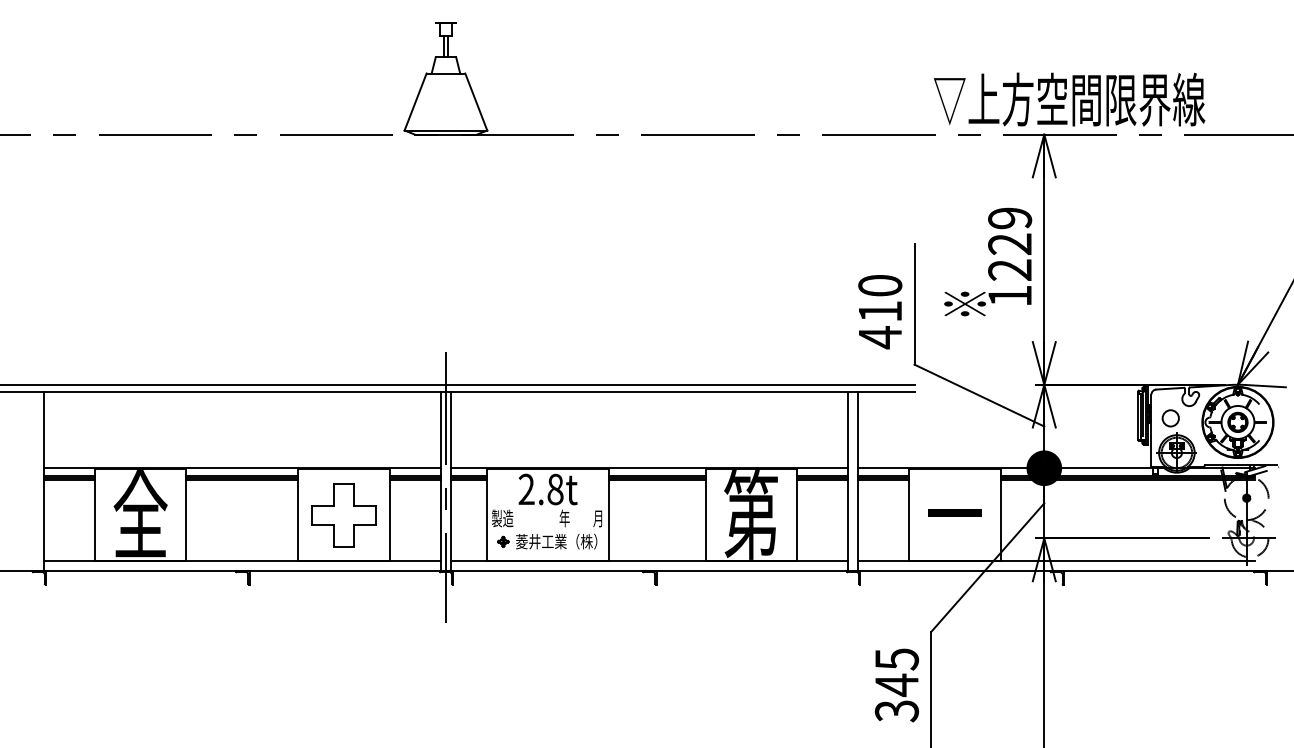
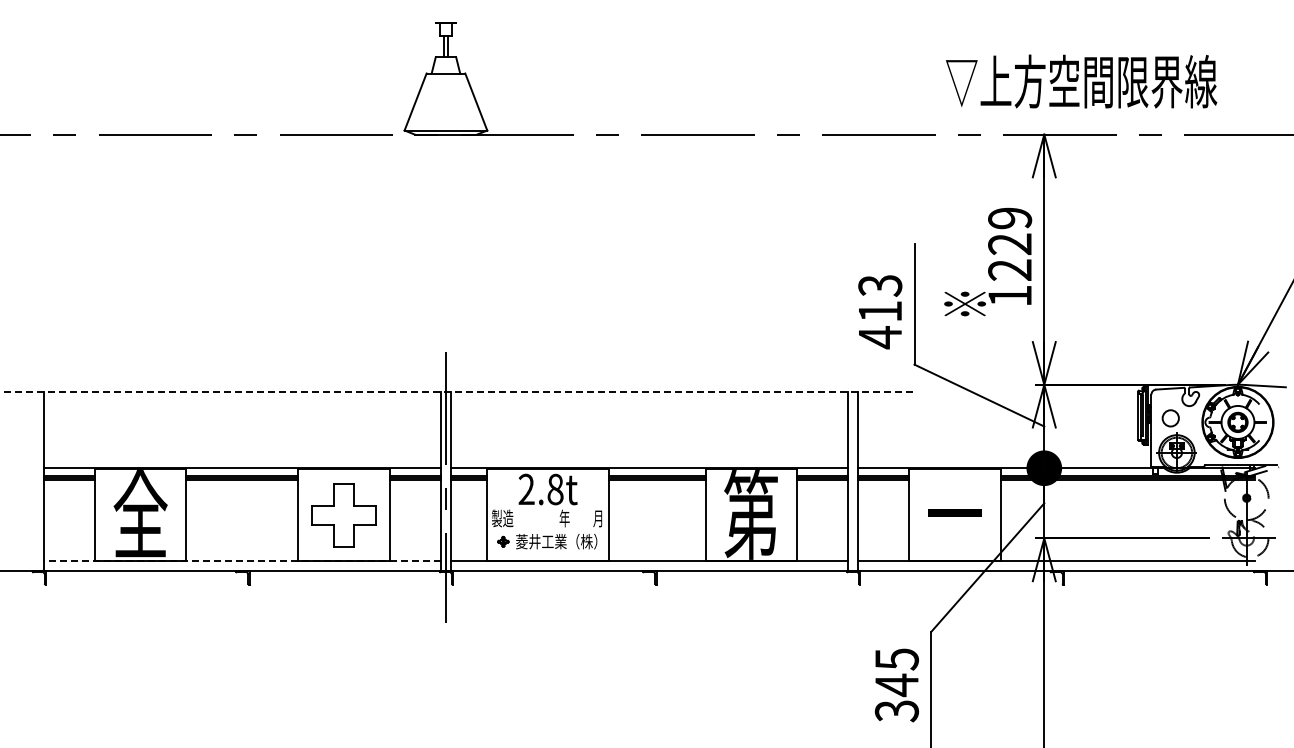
text at (1069, 99) position: (1069, 99) -> (1081, 81)
text at (880, 285): 410 -> 413
line at (458, 384): present -> none
line at (457, 391): solid -> dashed
line at (241, 561): solid -> dashed
